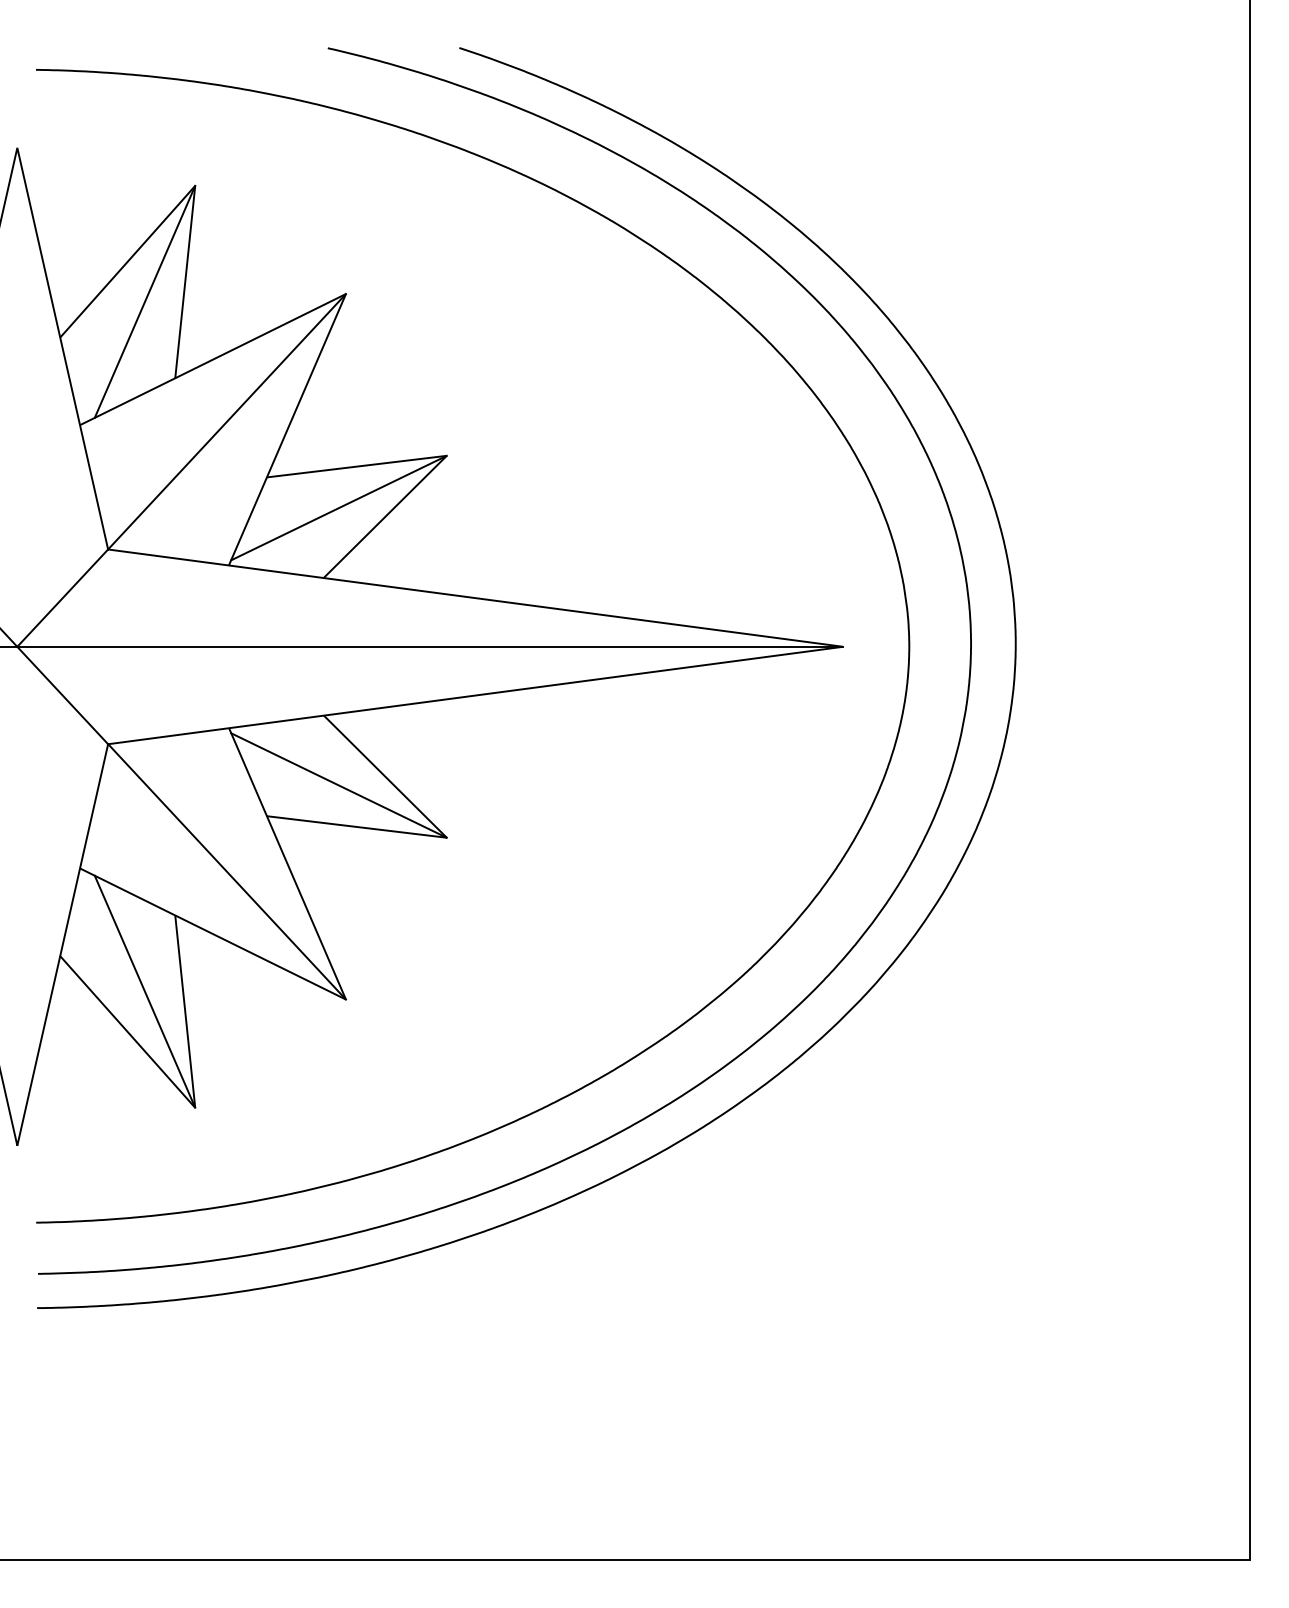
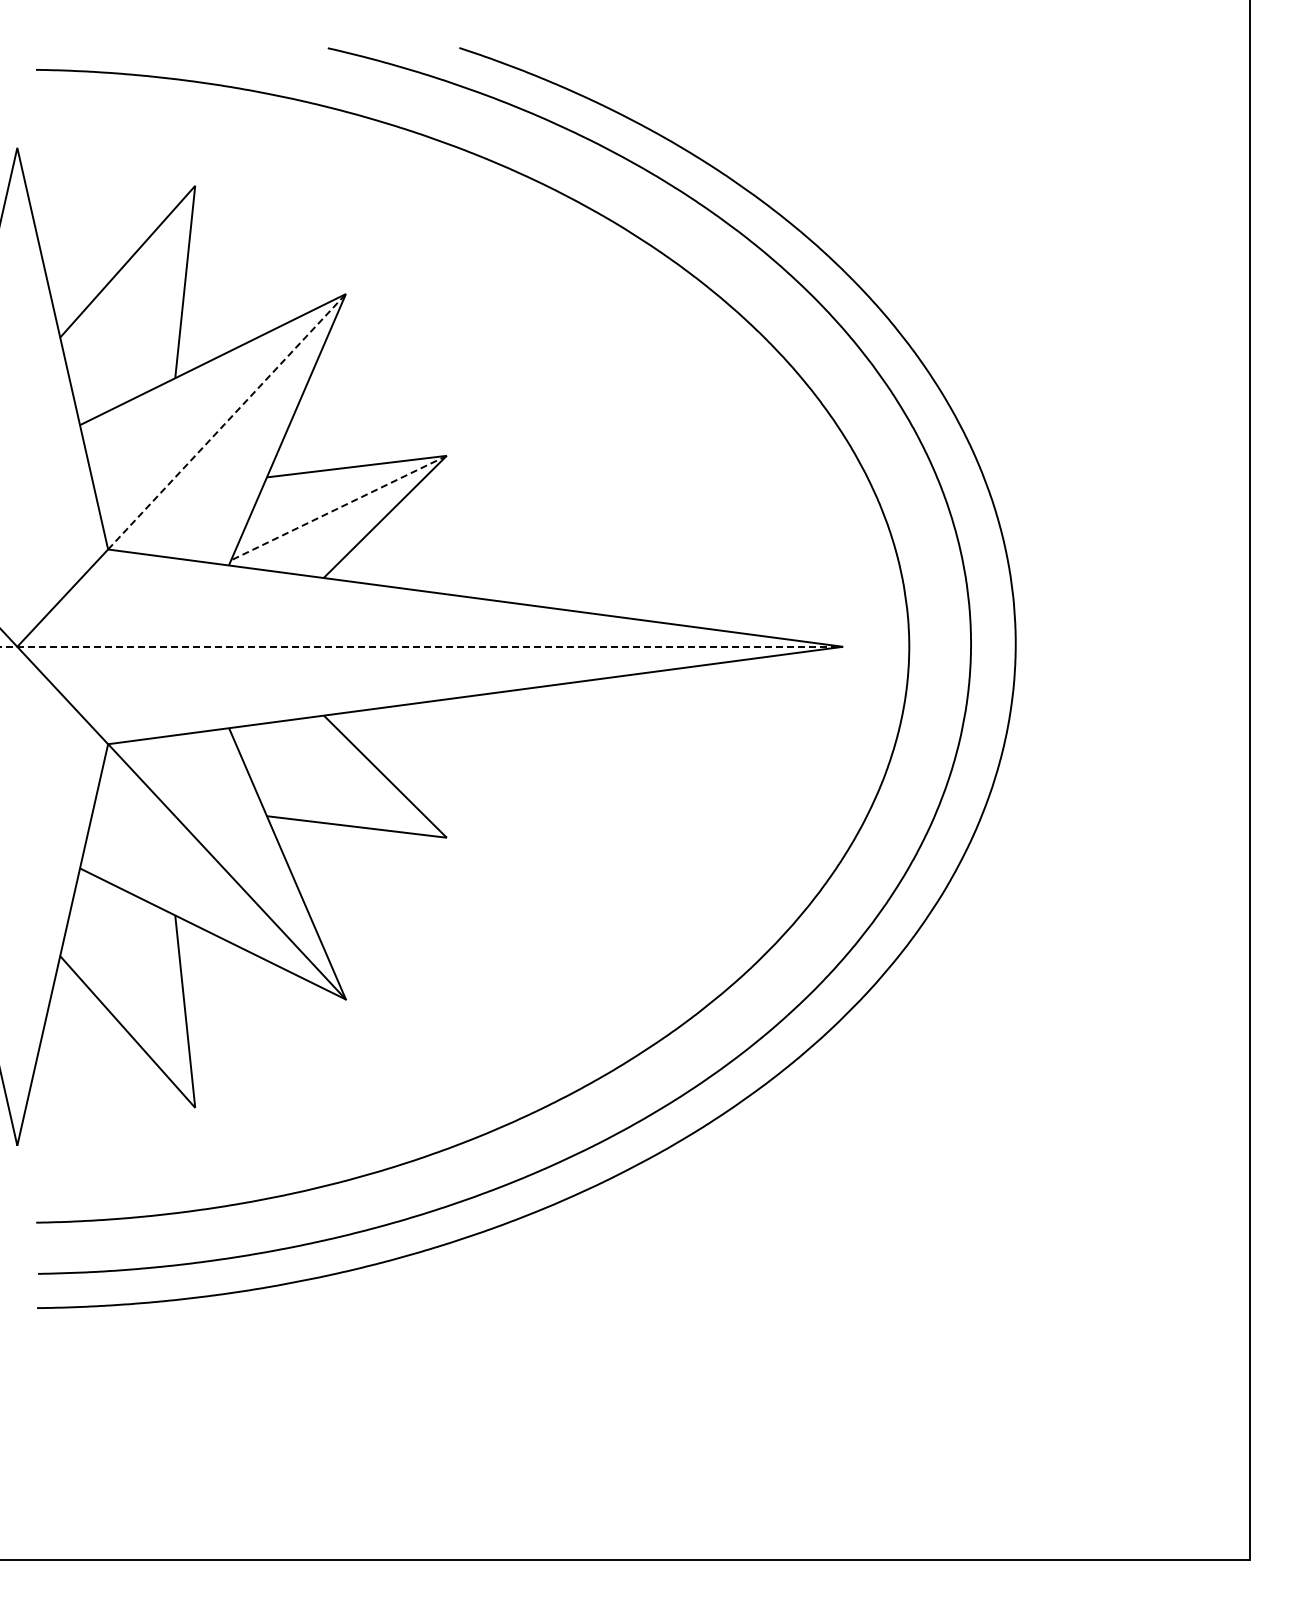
line at (144, 301): present -> none
line at (227, 421): solid -> dashed
line at (338, 508): solid -> dashed
line at (422, 646): solid -> dashed
line at (338, 785): present -> none
line at (144, 991): present -> none
